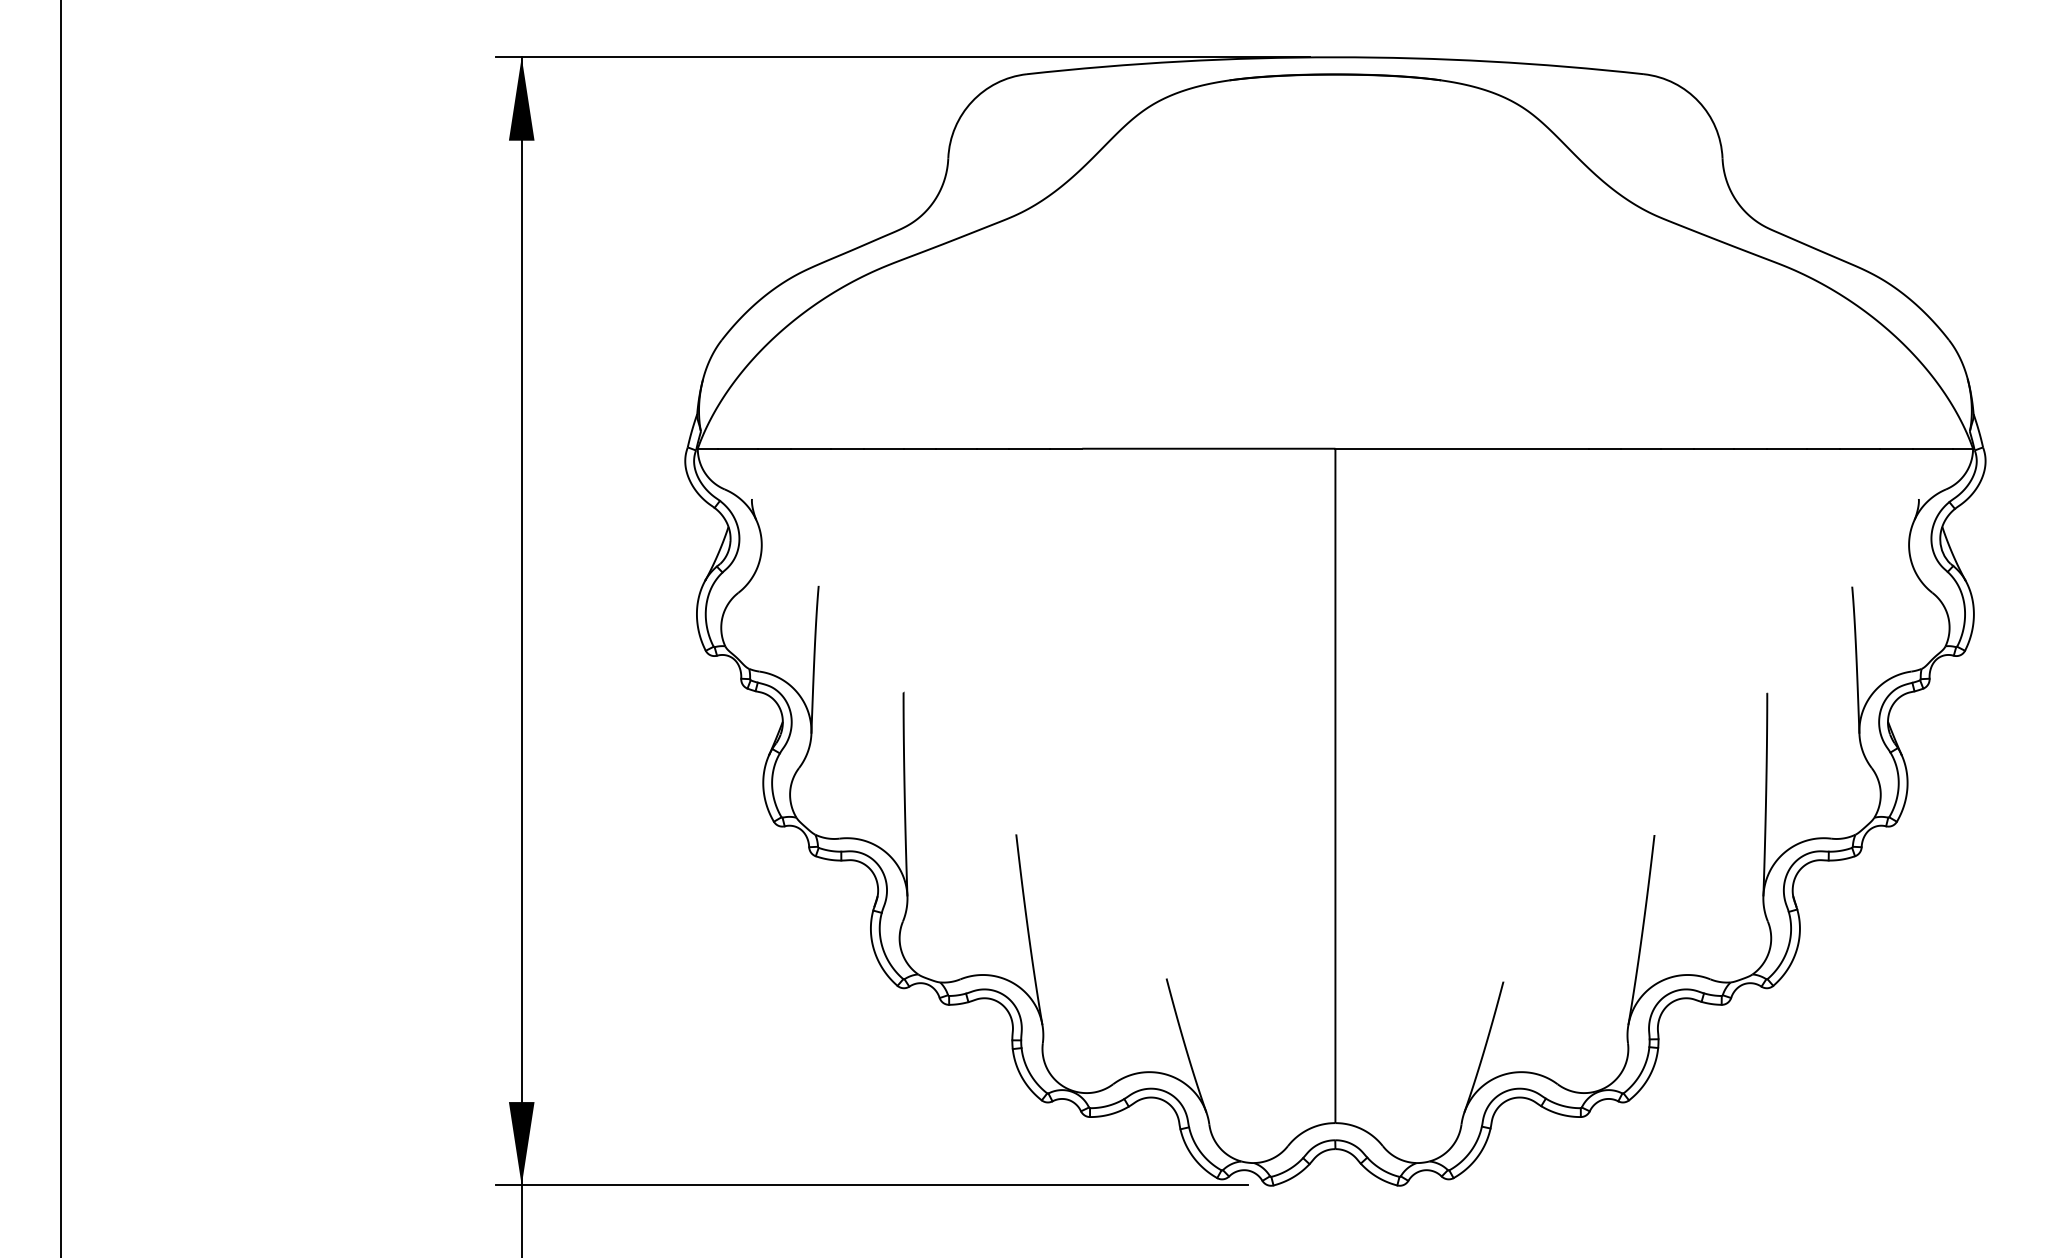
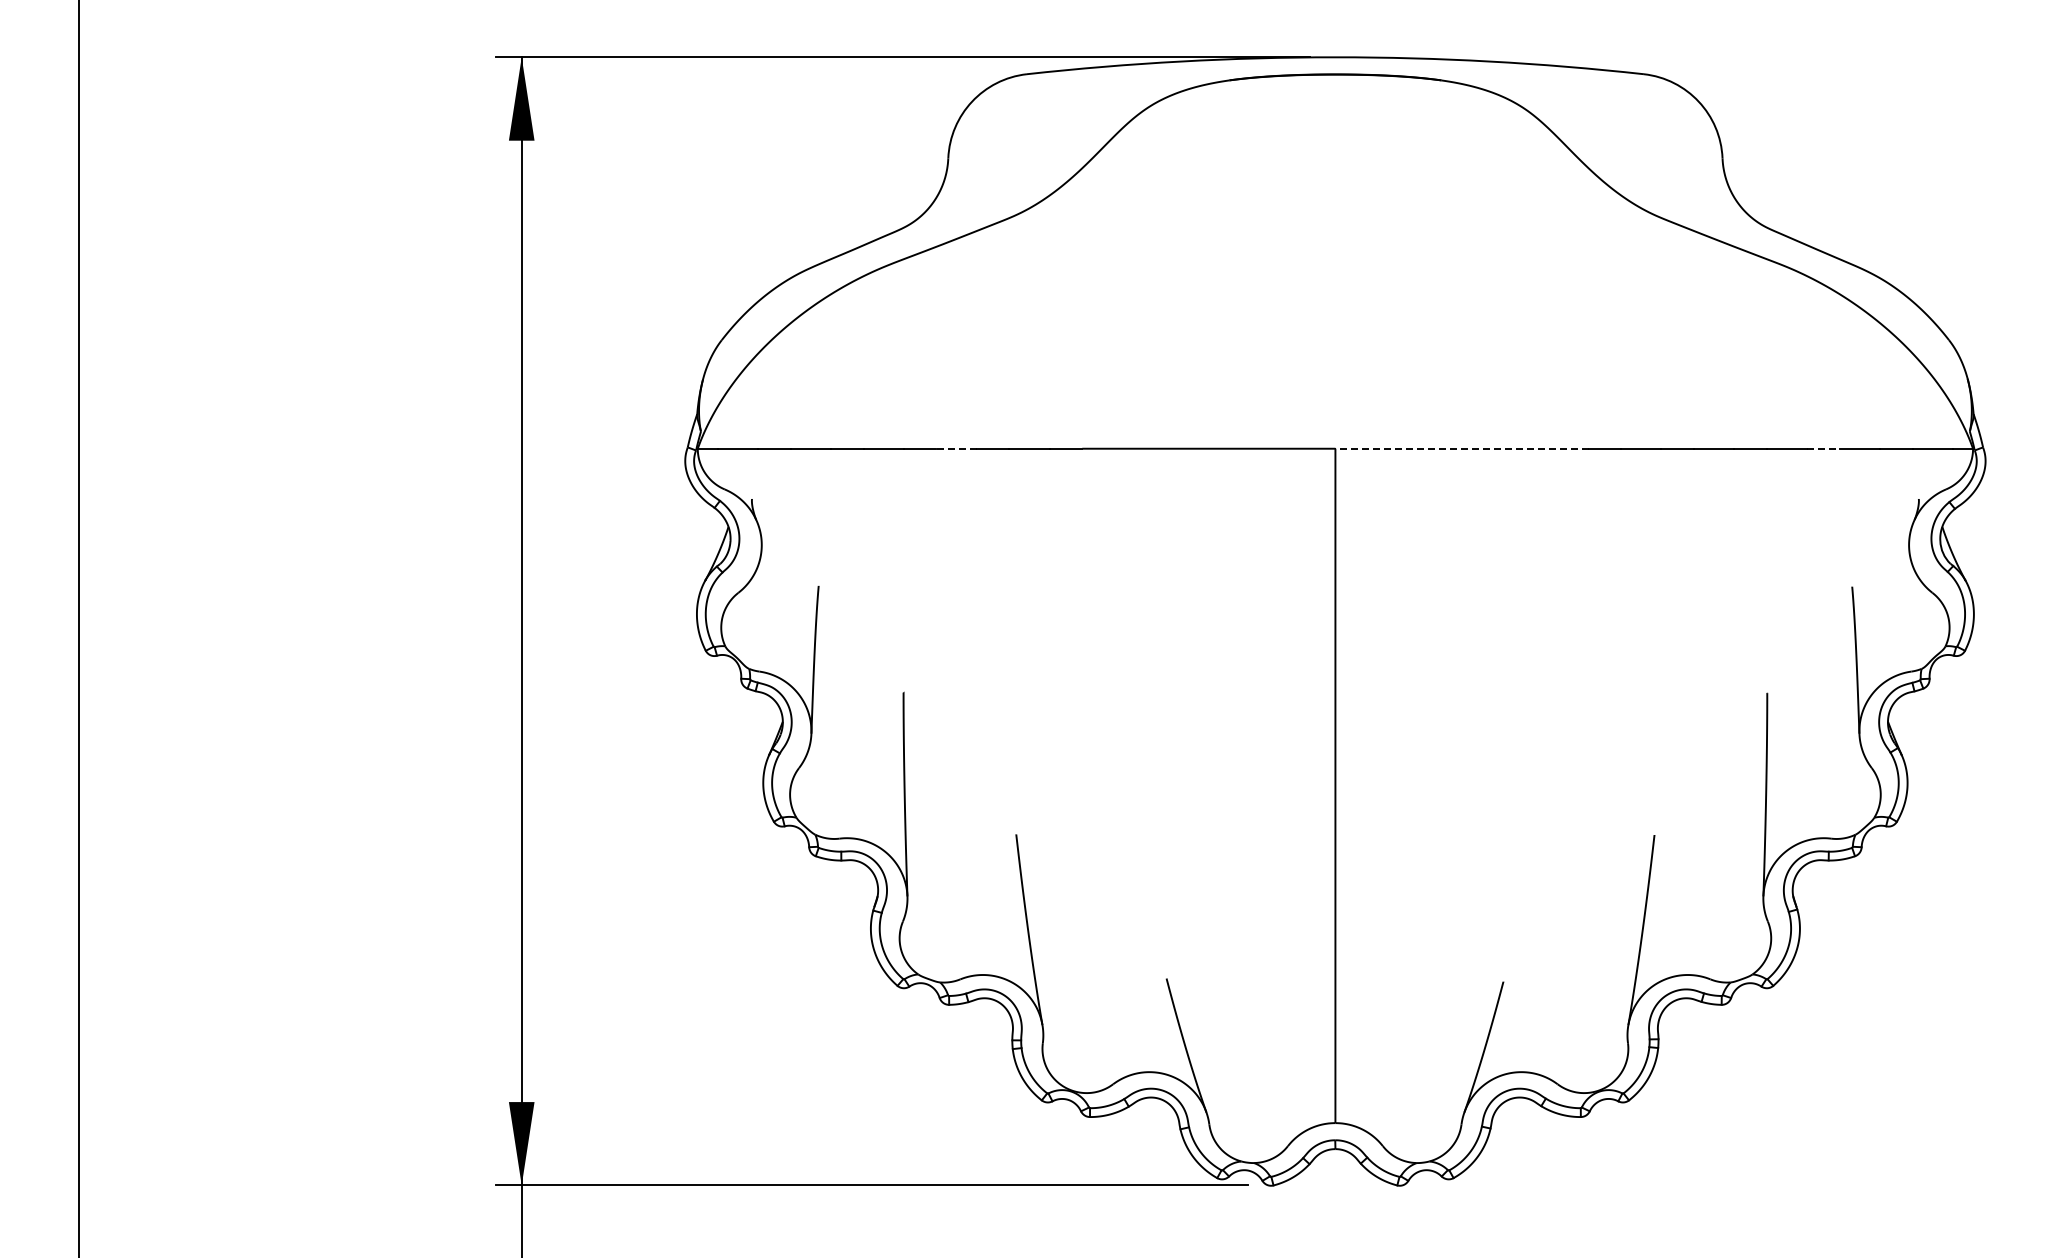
line at (956, 448): solid -> dashed
line at (1461, 448): solid -> dashed
line at (1823, 448): solid -> dashed
line at (61, 628) position: (61, 628) -> (79, 628)
